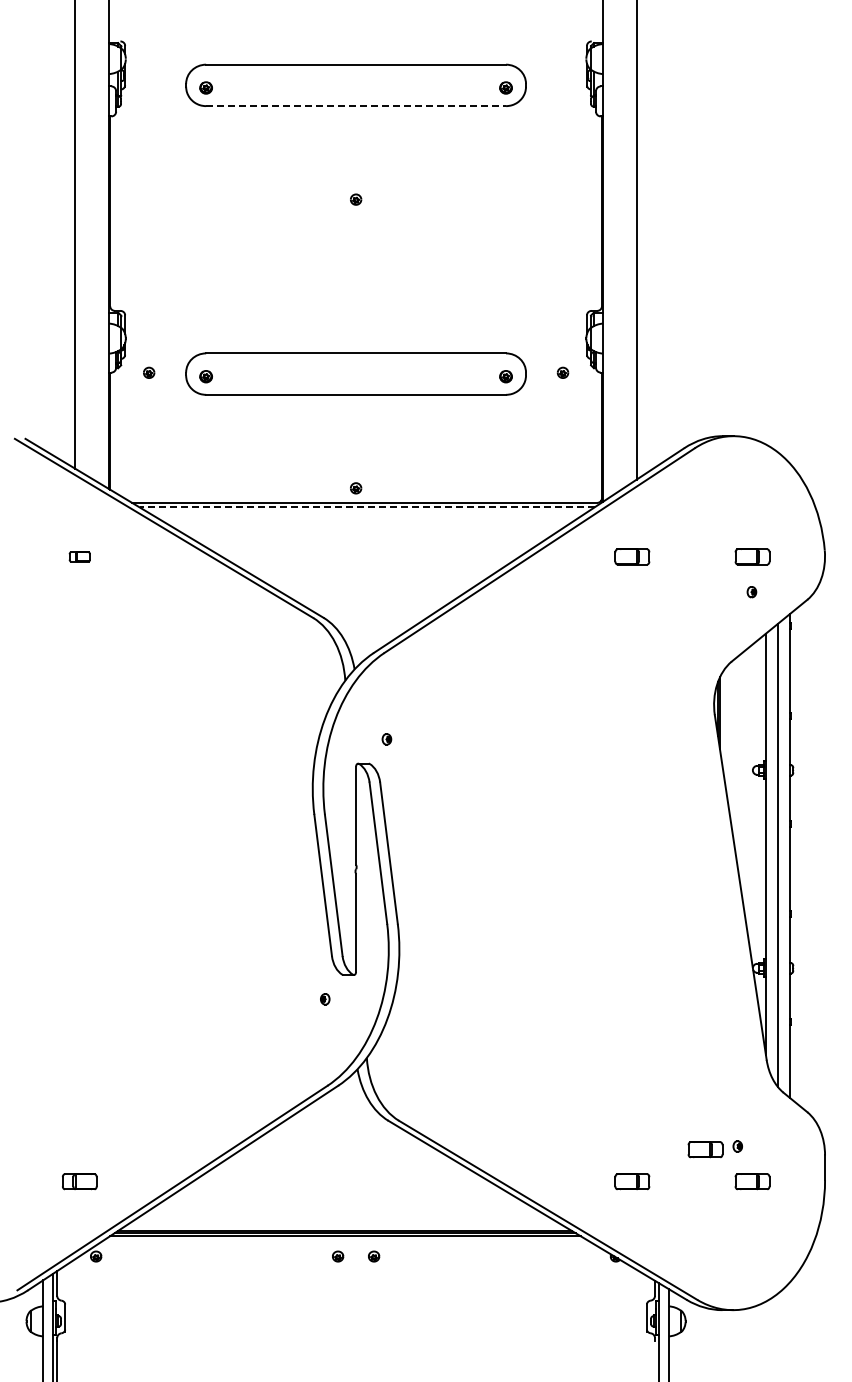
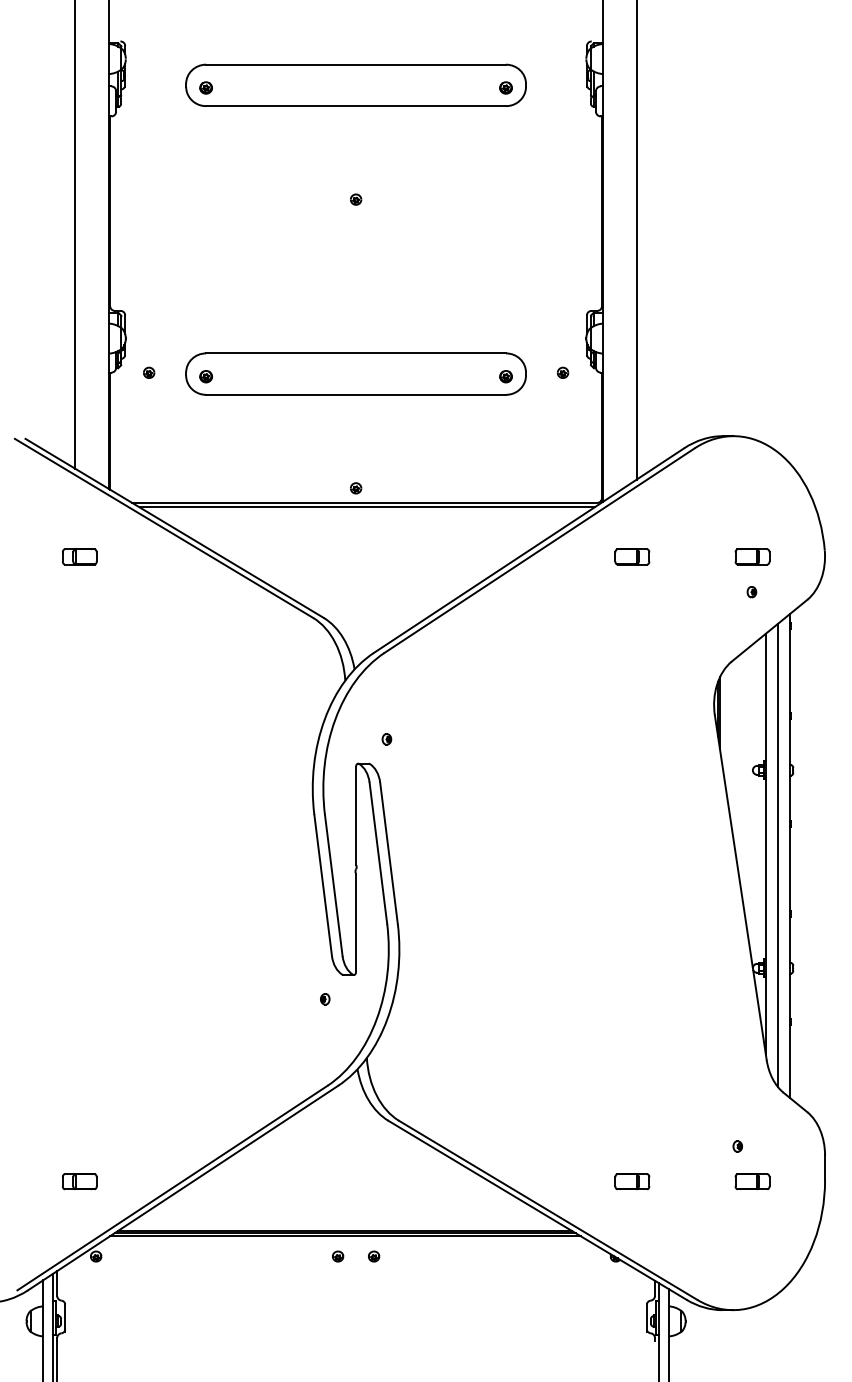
line at (356, 106): dashed -> solid
line at (366, 507): dashed -> solid
part at (79, 556) size: 23x12 px -> 36x18 px
part at (705, 1149): present -> none
